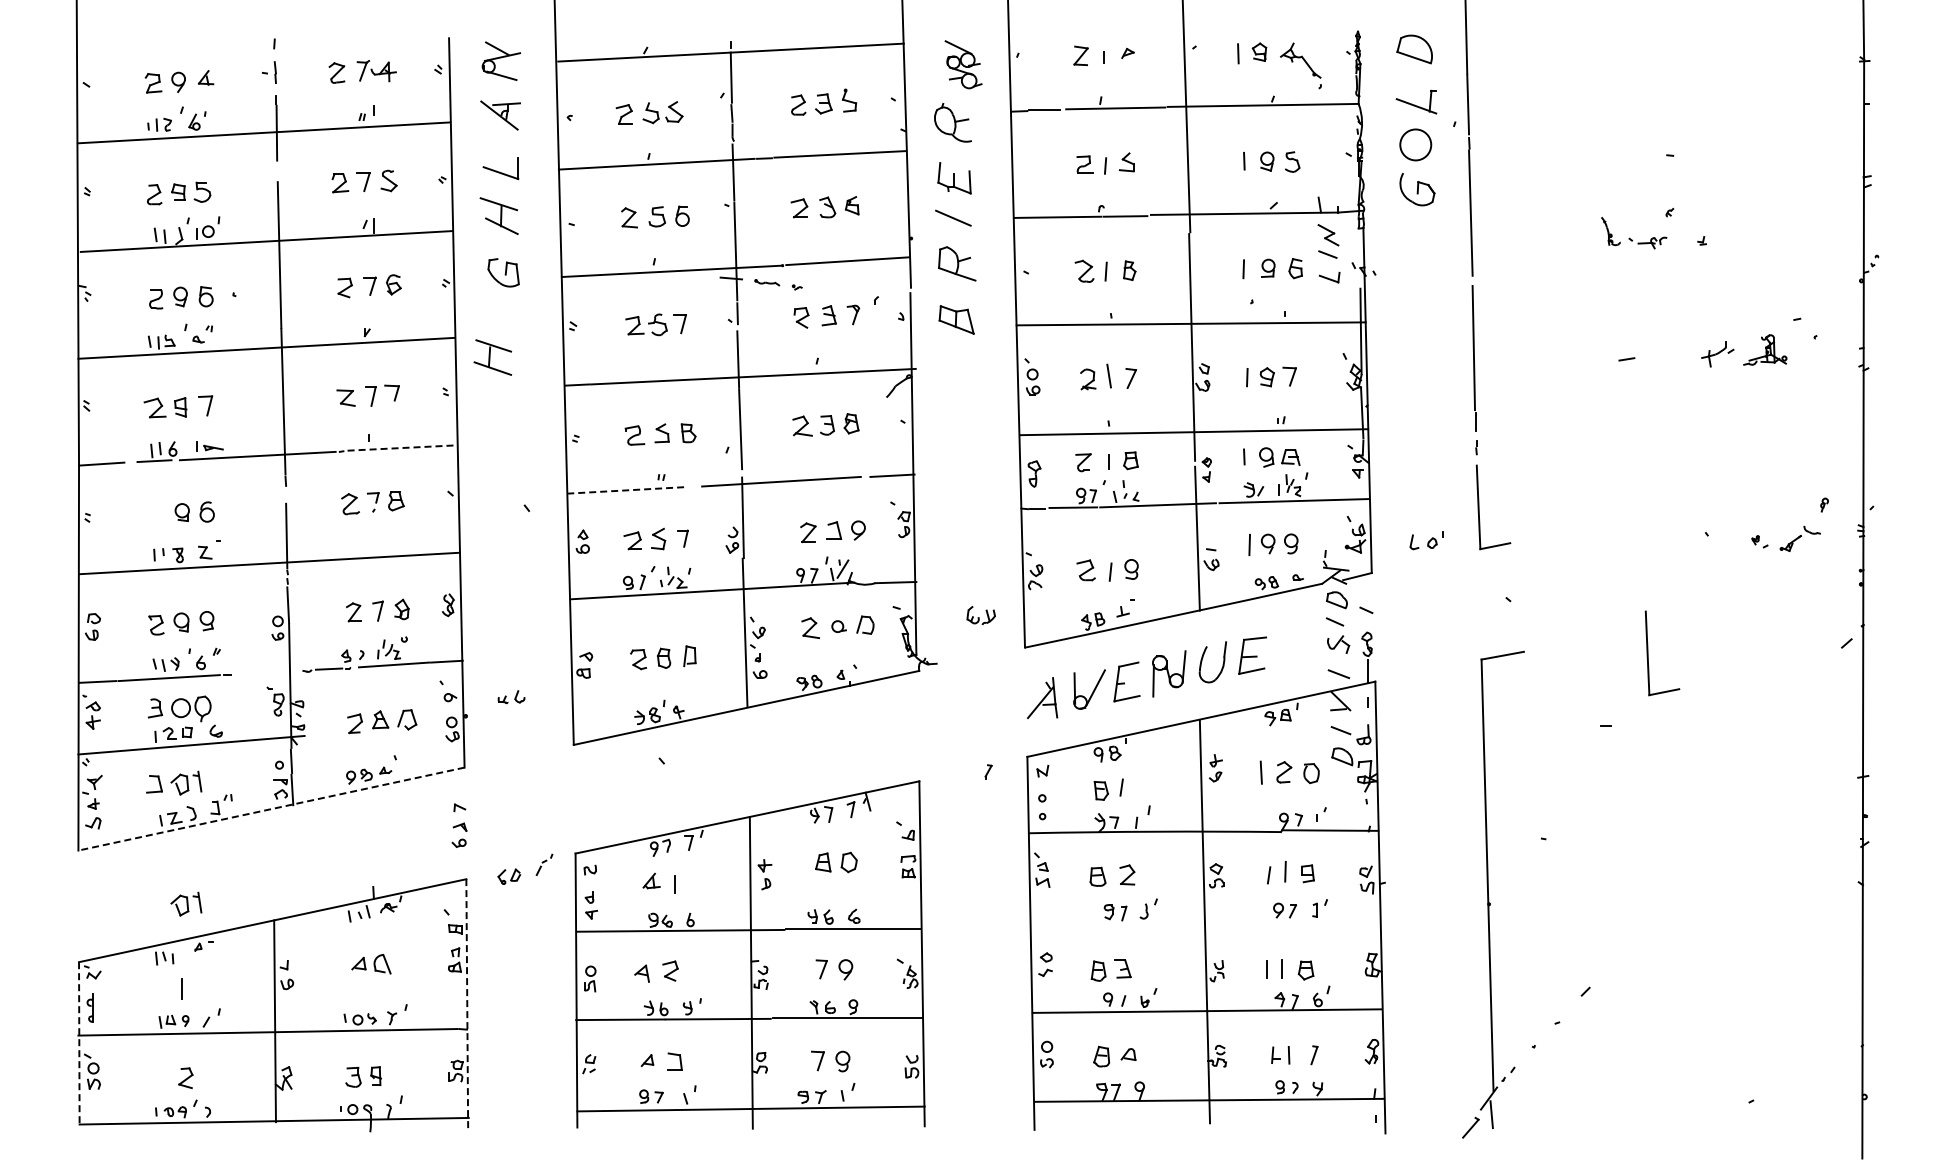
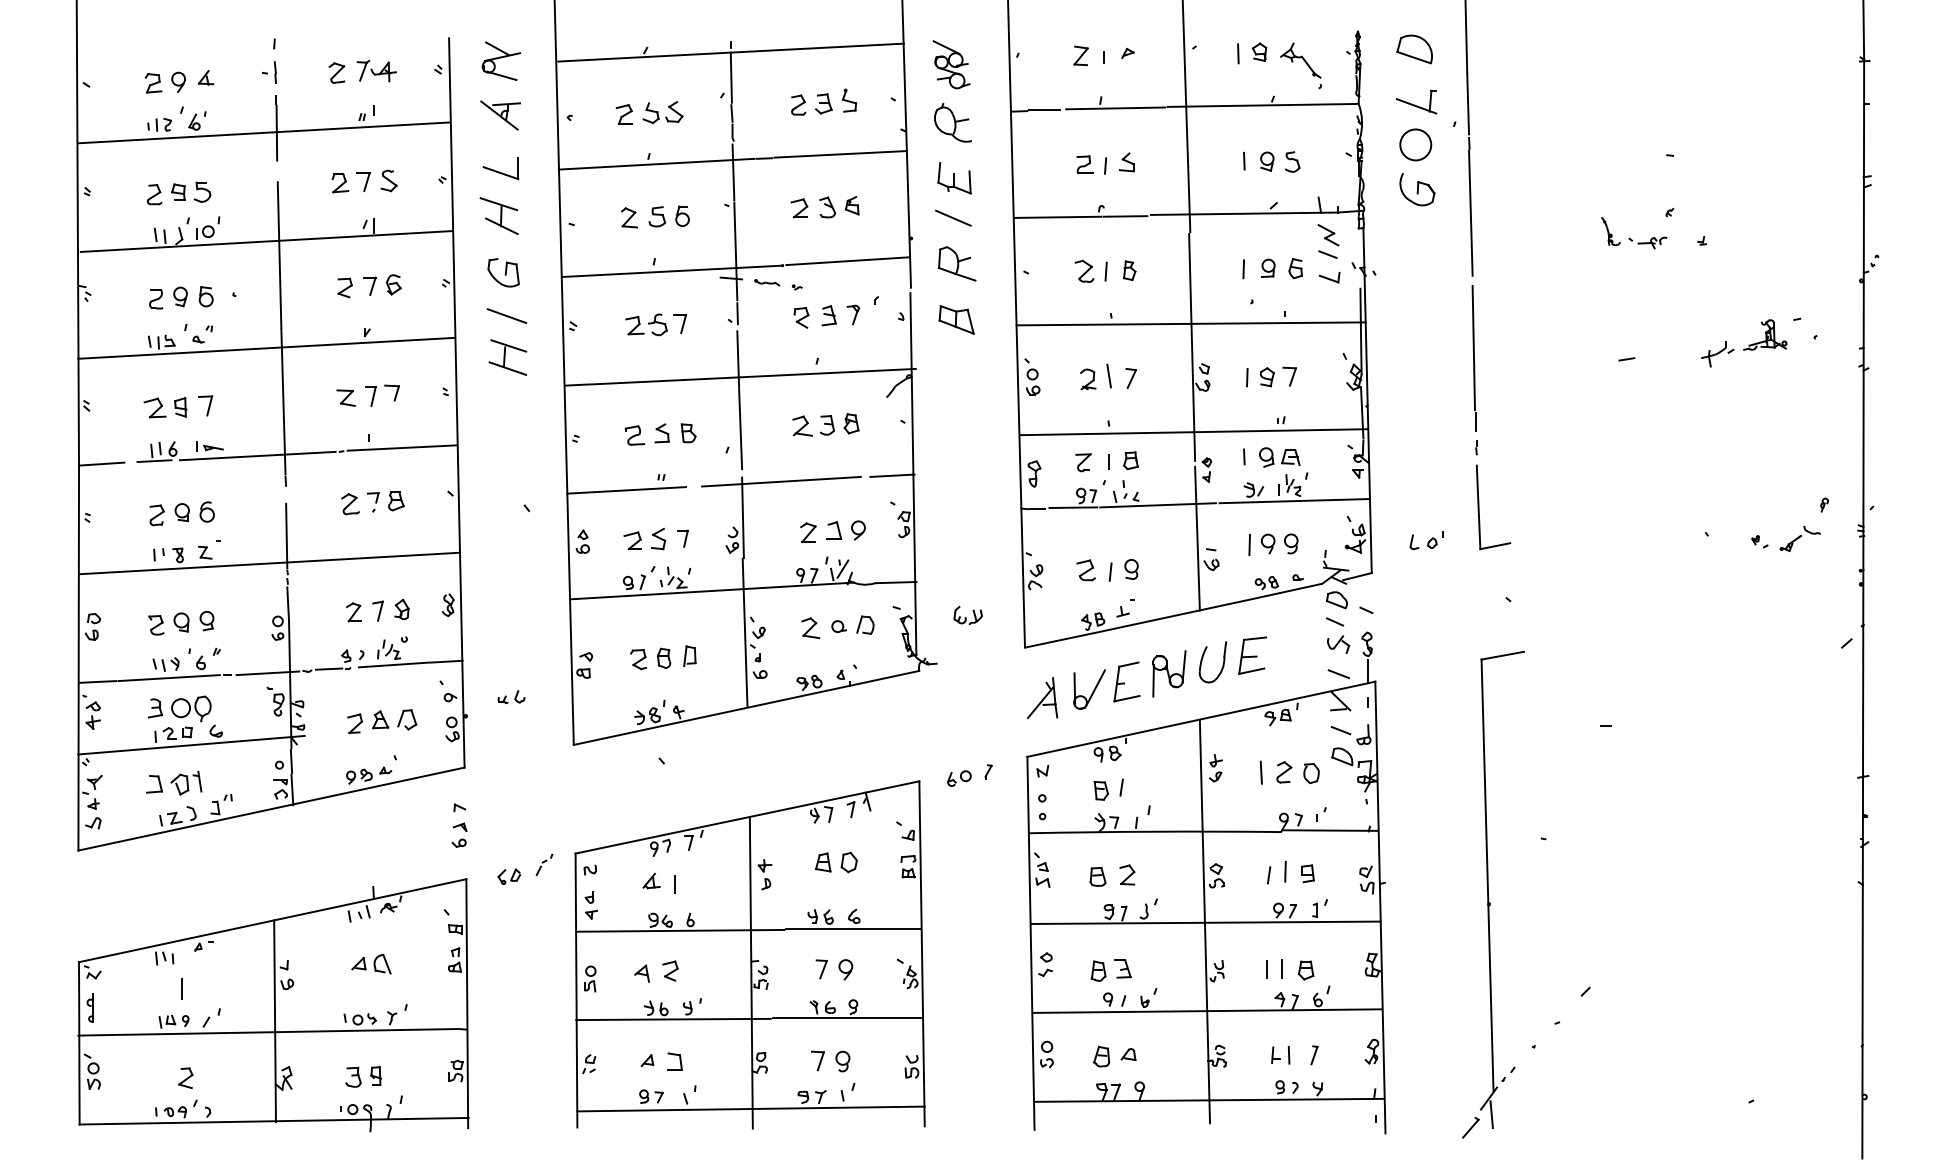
part at (963, 64) position: (963, 64) -> (951, 64)
line at (506, 315): none -> present
part at (1765, 349) position: (1765, 349) -> (1765, 334)
part at (492, 357) position: (492, 357) -> (507, 357)
line at (402, 448): dashed -> solid
line at (627, 490): dashed -> solid
part at (156, 515): none -> present
part at (980, 615) position: (980, 615) -> (967, 615)
part at (1648, 653): present -> none
line at (267, 673): none -> present
part at (959, 778): none -> present
line at (271, 809): dashed -> solid
part at (186, 903): present -> none
line at (1205, 922): none -> present
line at (467, 1003): dashed -> solid
line at (79, 1043): dashed -> solid
